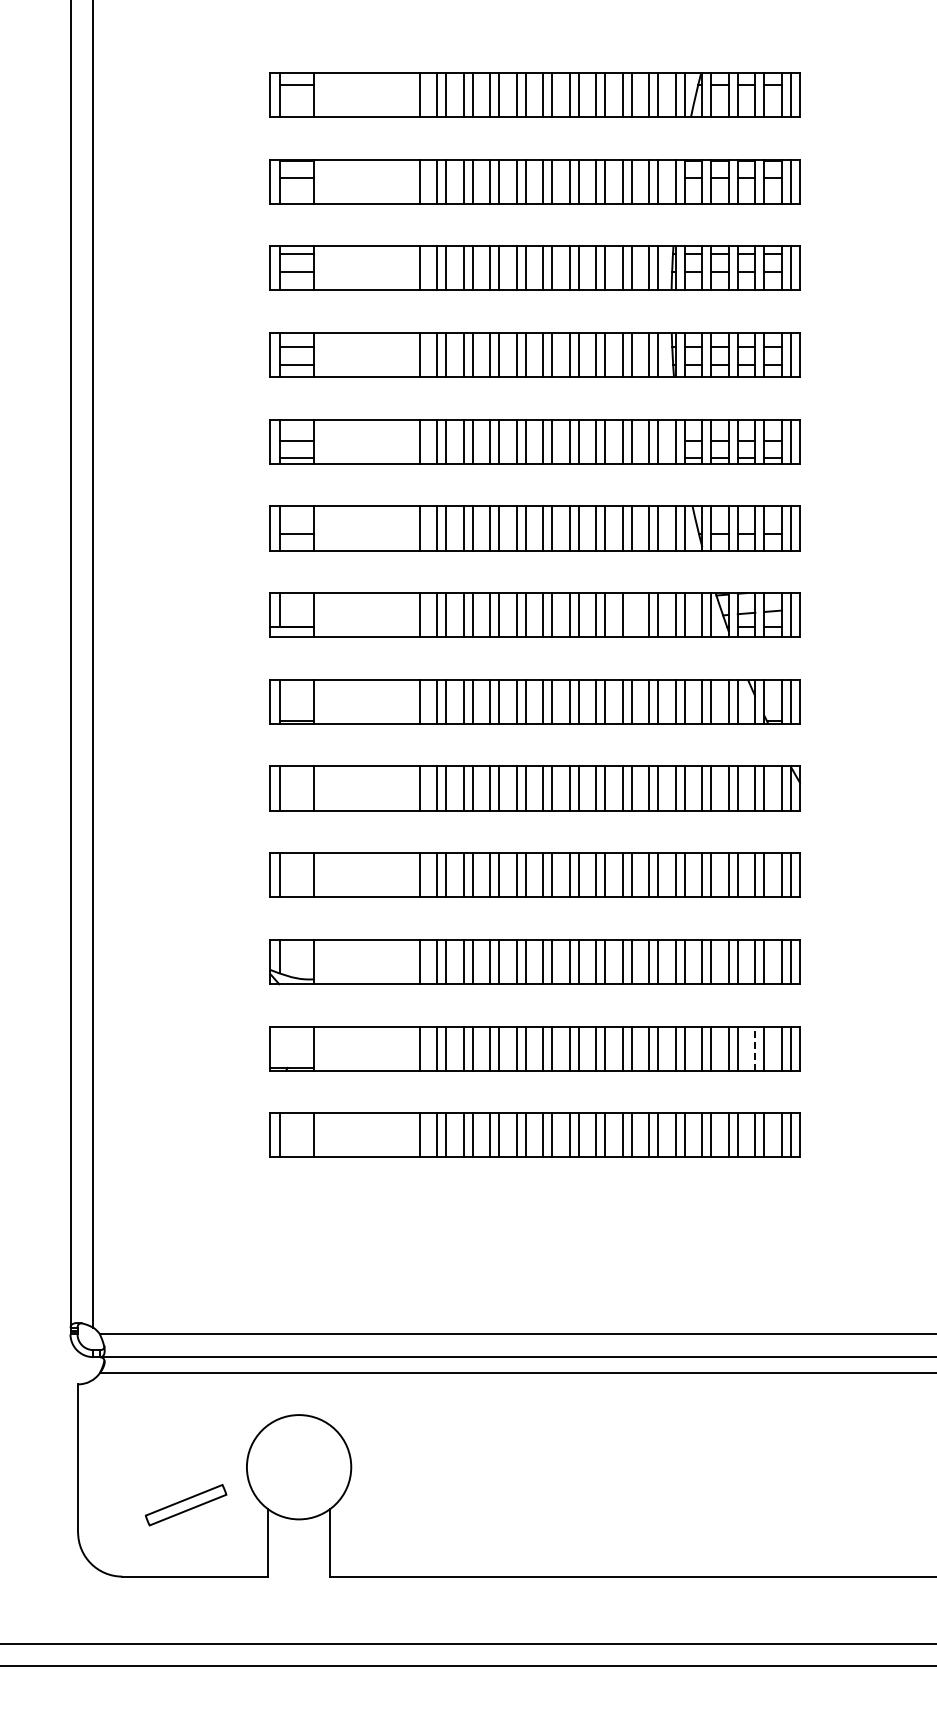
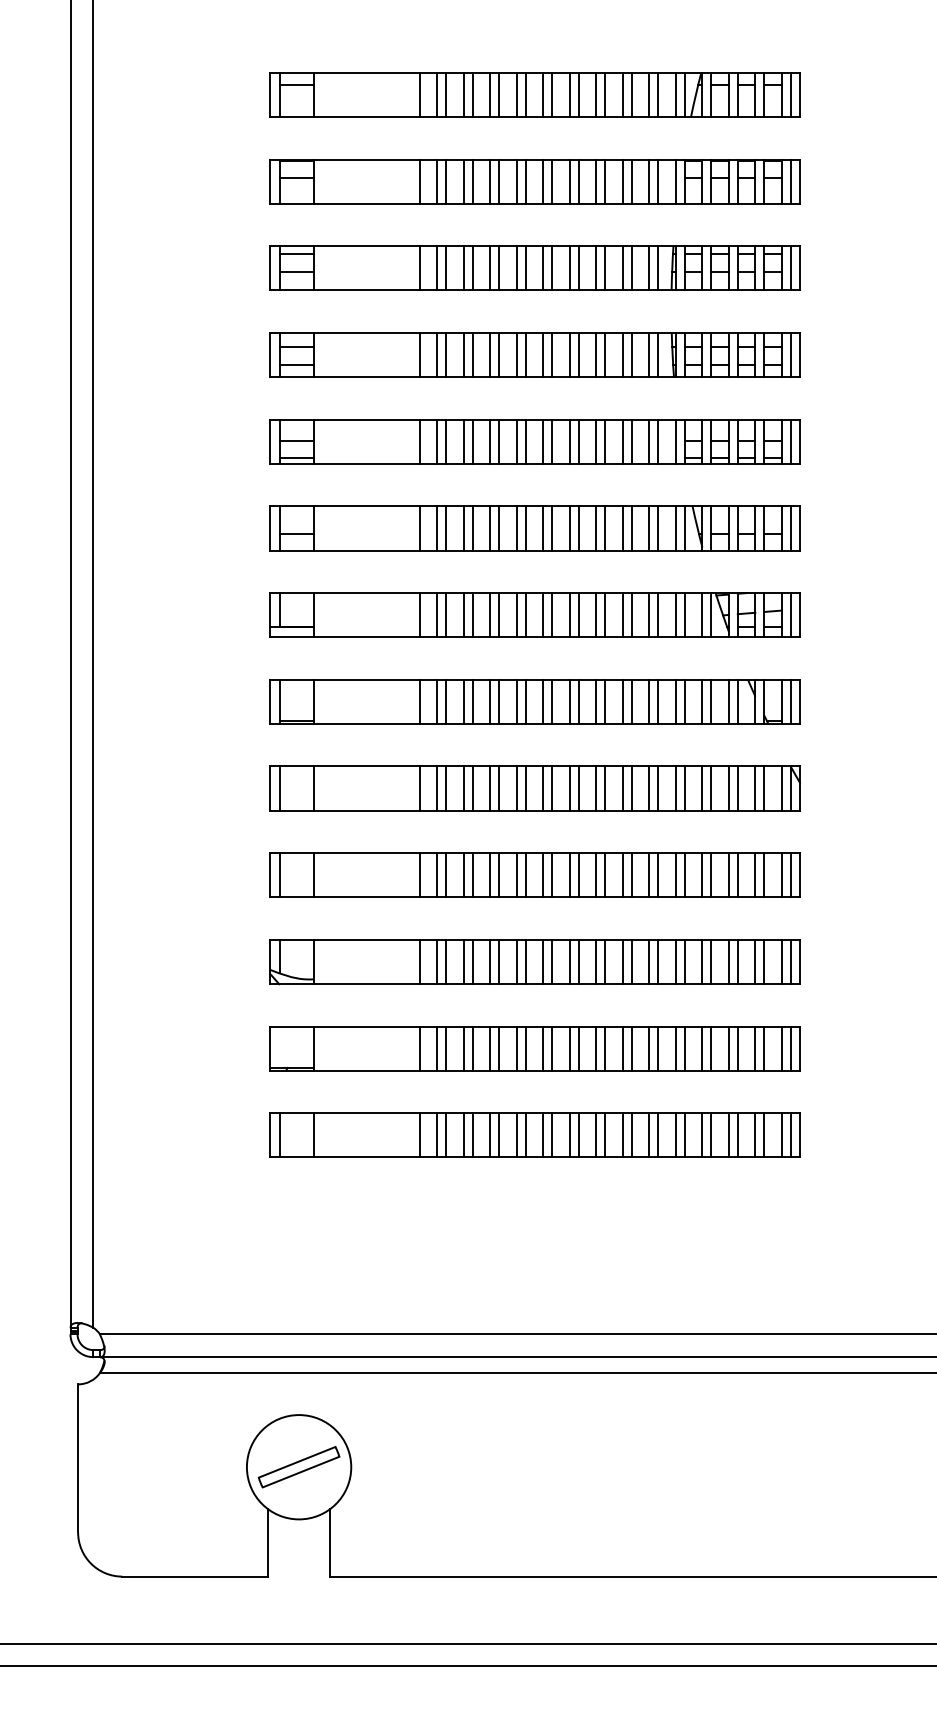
line at (631, 615): none -> present
line at (755, 1048): dashed -> solid
part at (185, 1505) position: (185, 1505) -> (298, 1467)
